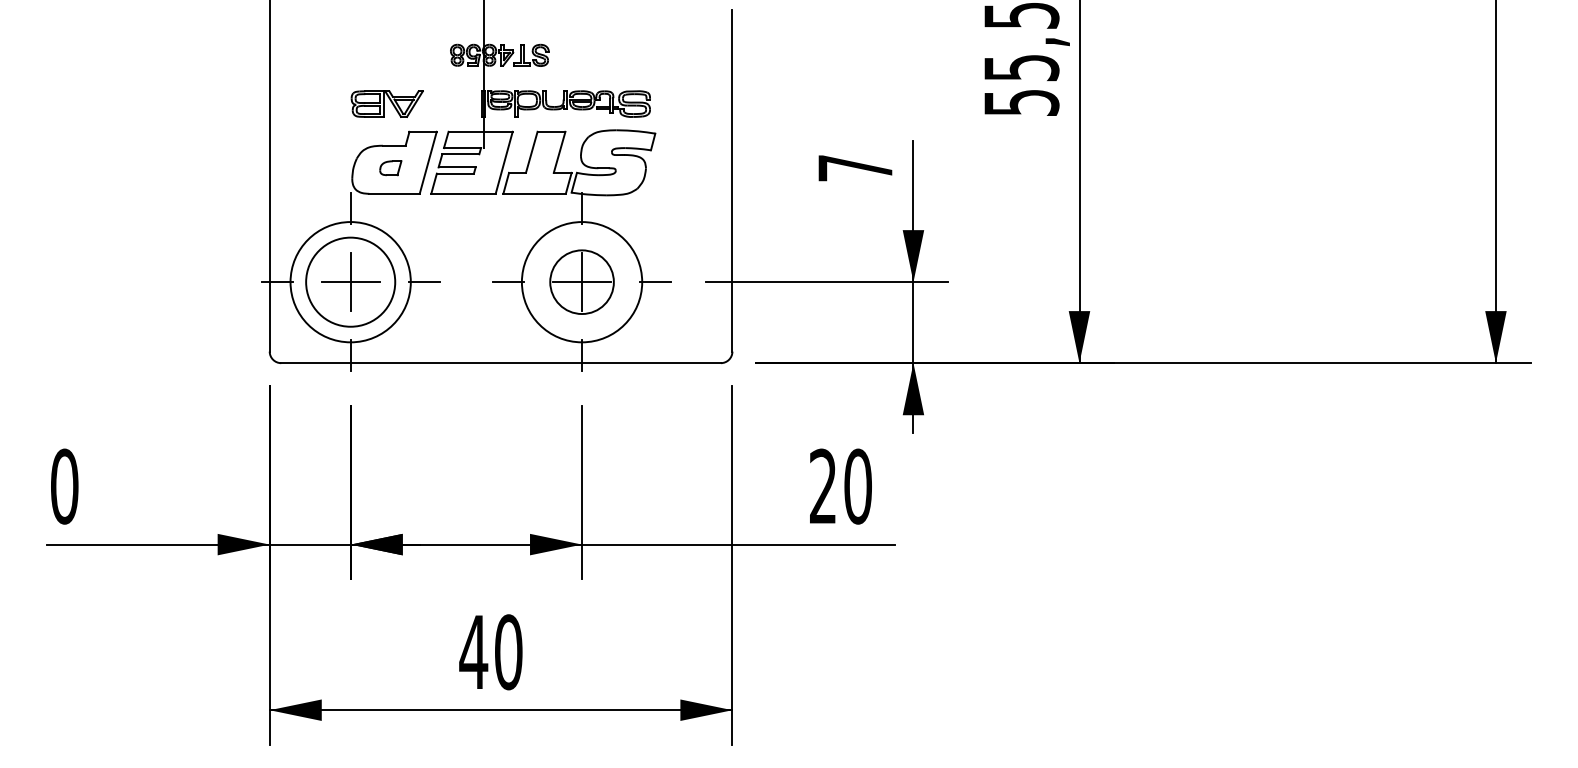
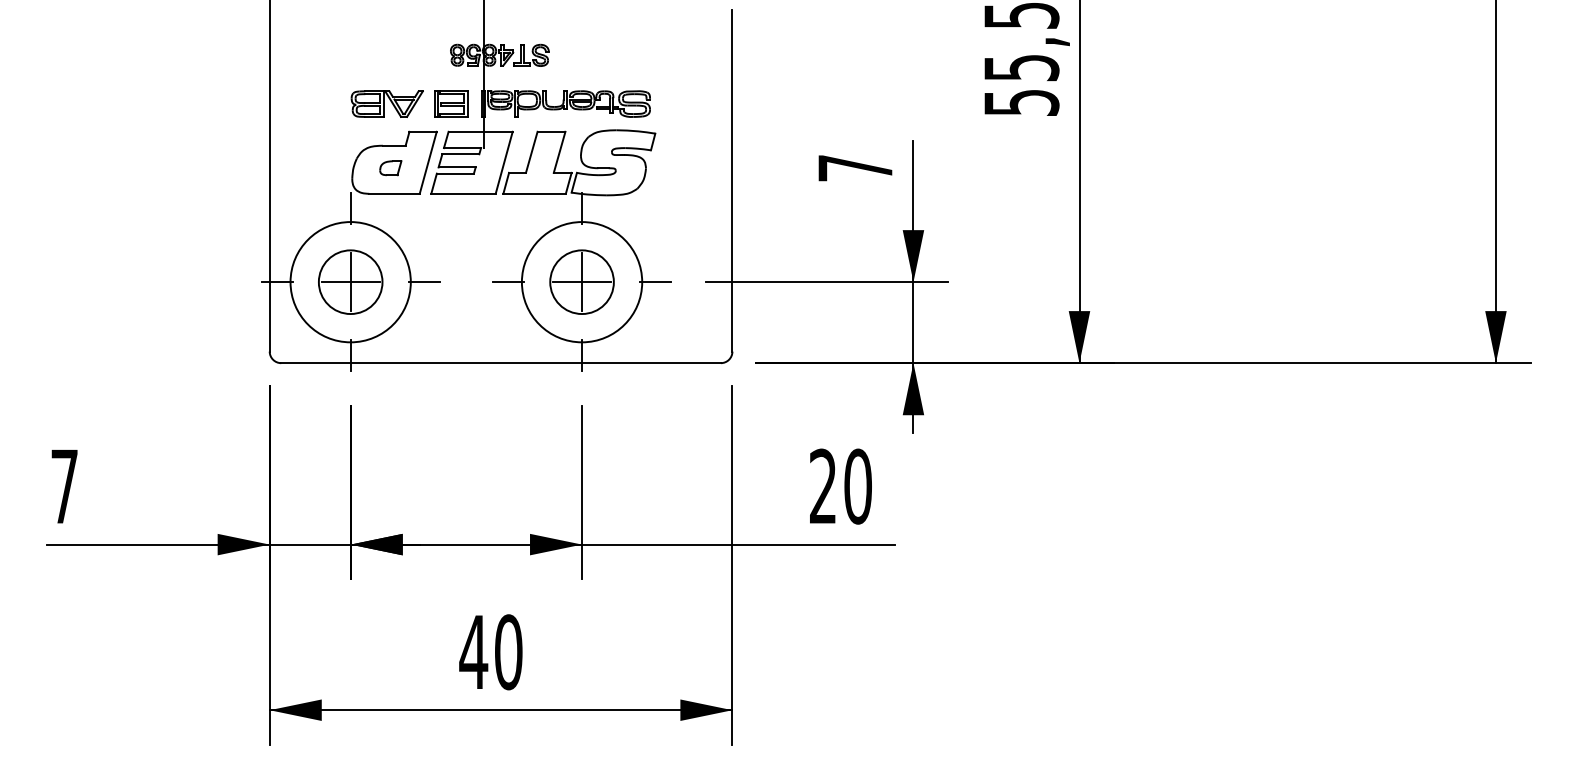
part at (451, 103): none -> present
circle at (350, 281) diameter: 89 px -> 64 px
text at (64, 486): 0 -> 7
